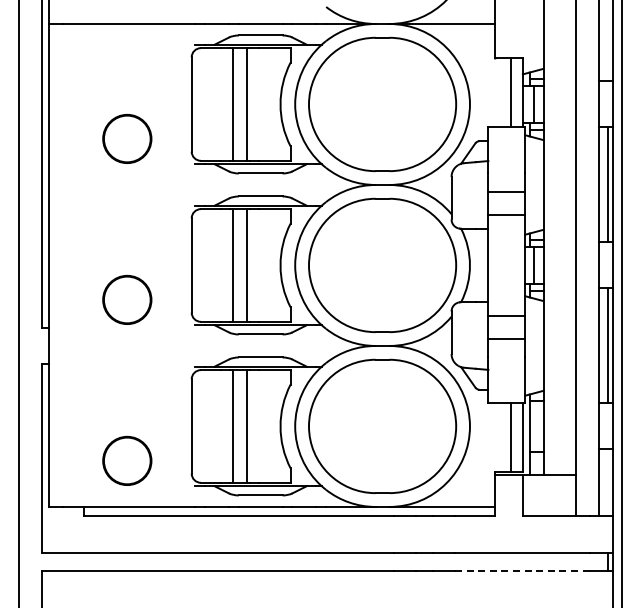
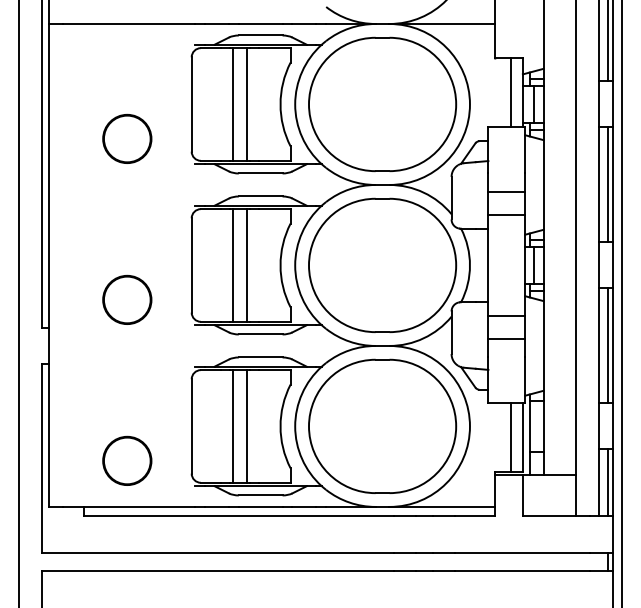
line at (607, 41): none -> present
line at (607, 482): none -> present
line at (522, 571): dashed -> solid
